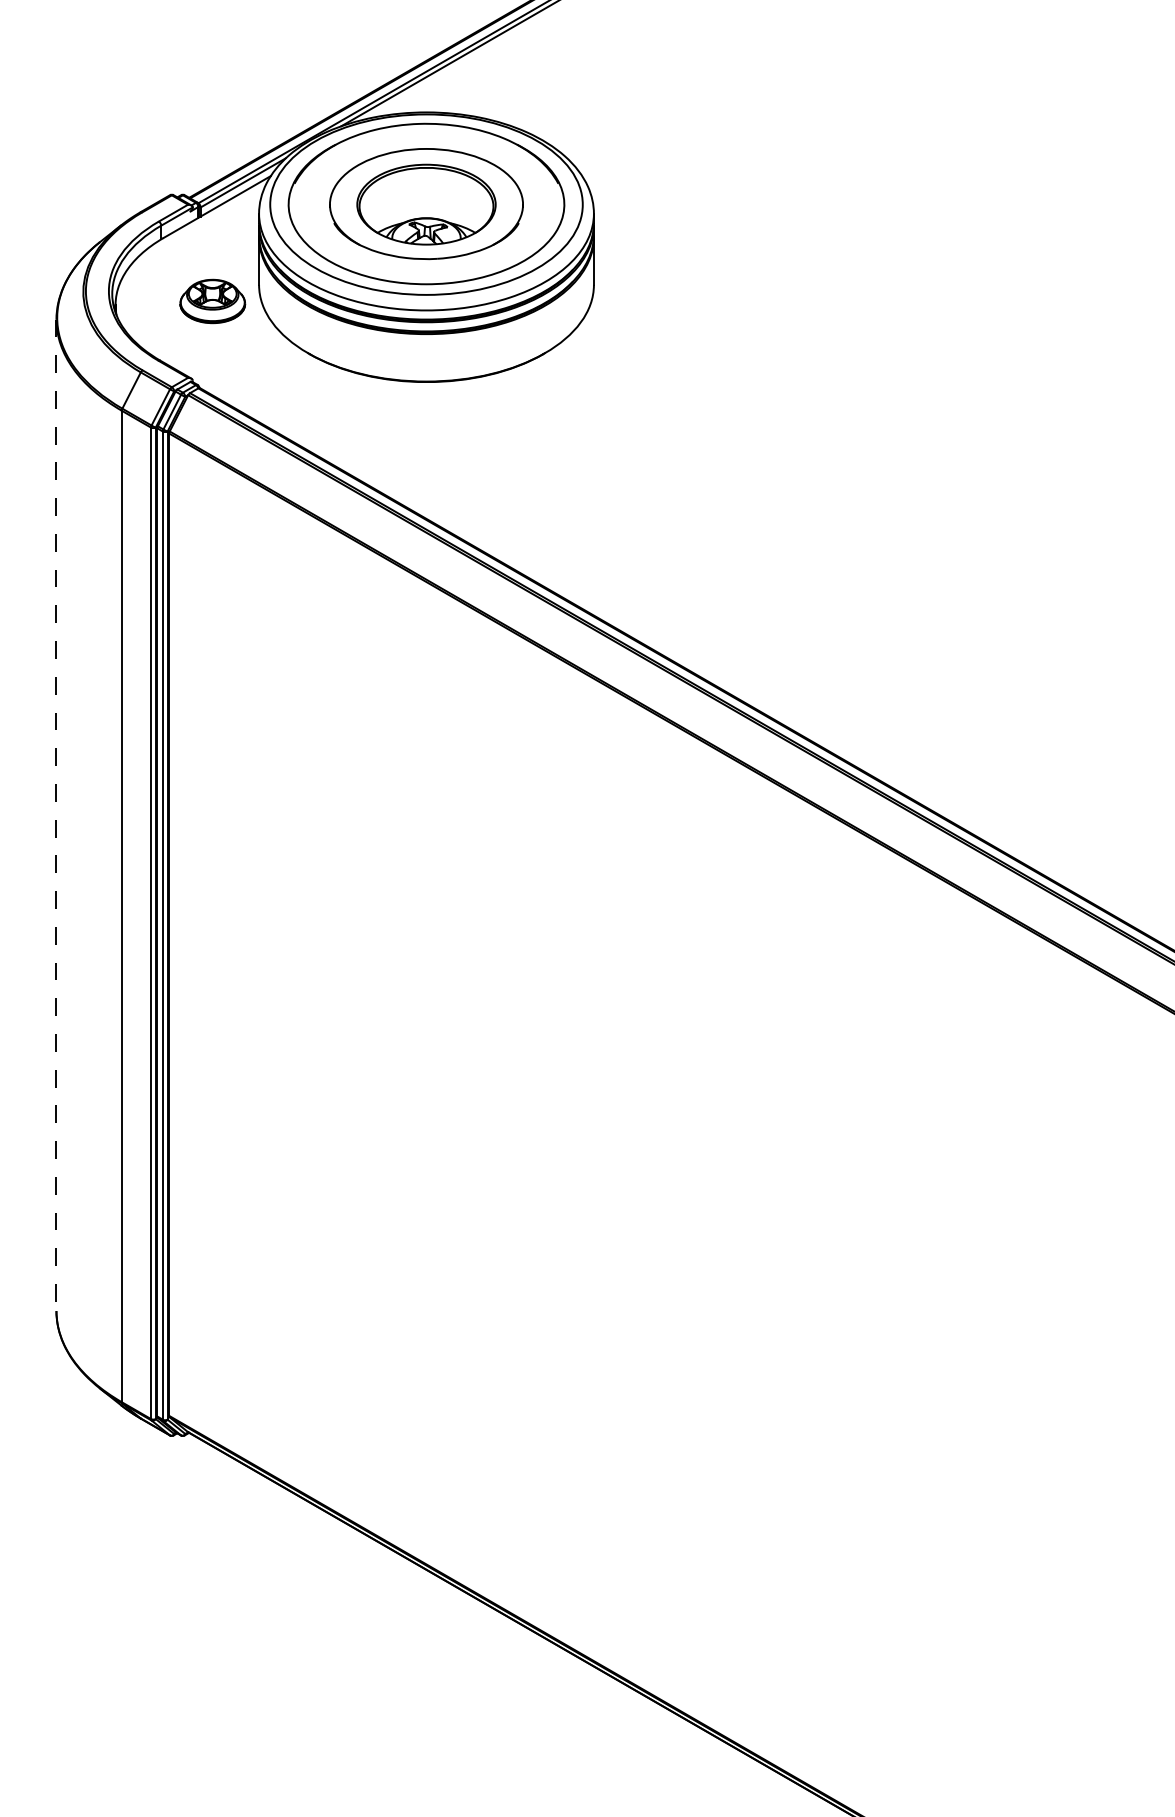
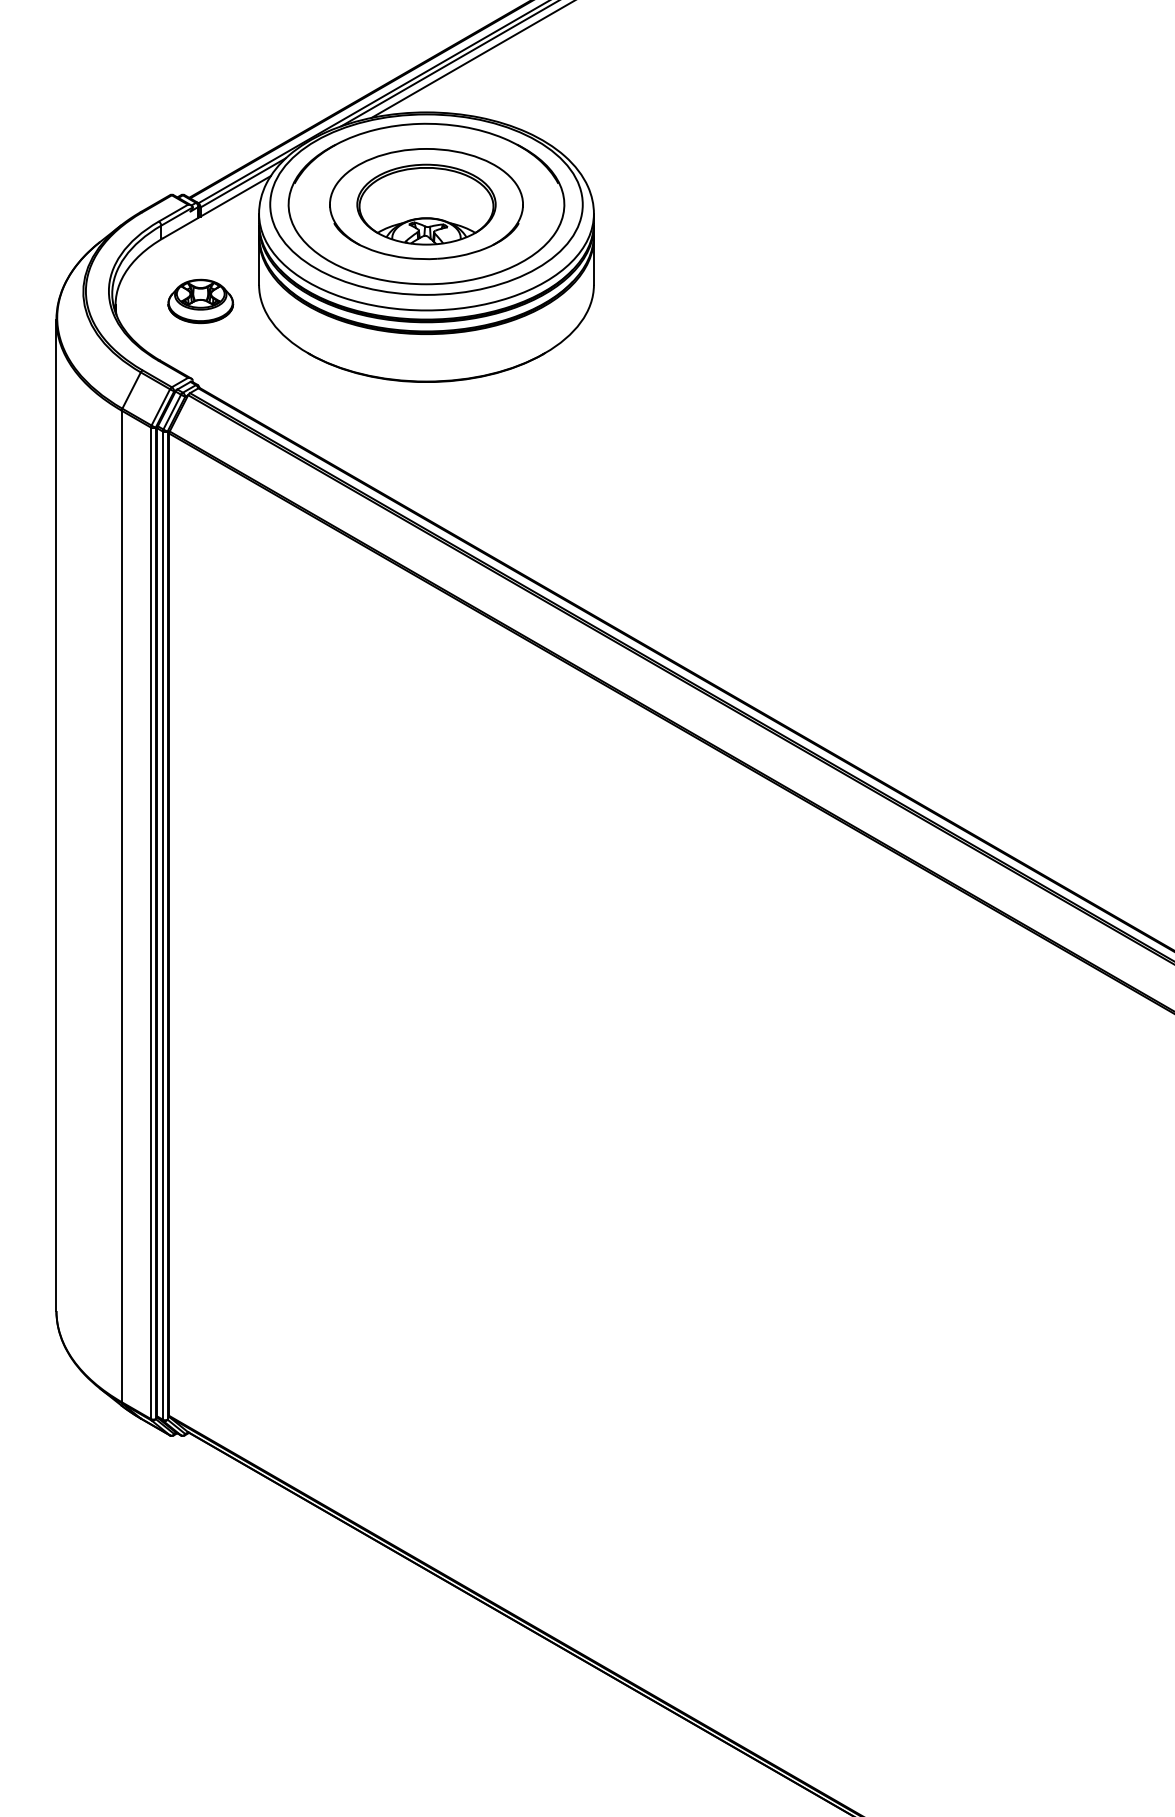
line at (471, 59): none -> present
part at (212, 301) position: (212, 301) -> (200, 301)
line at (56, 815): dashed -> solid
